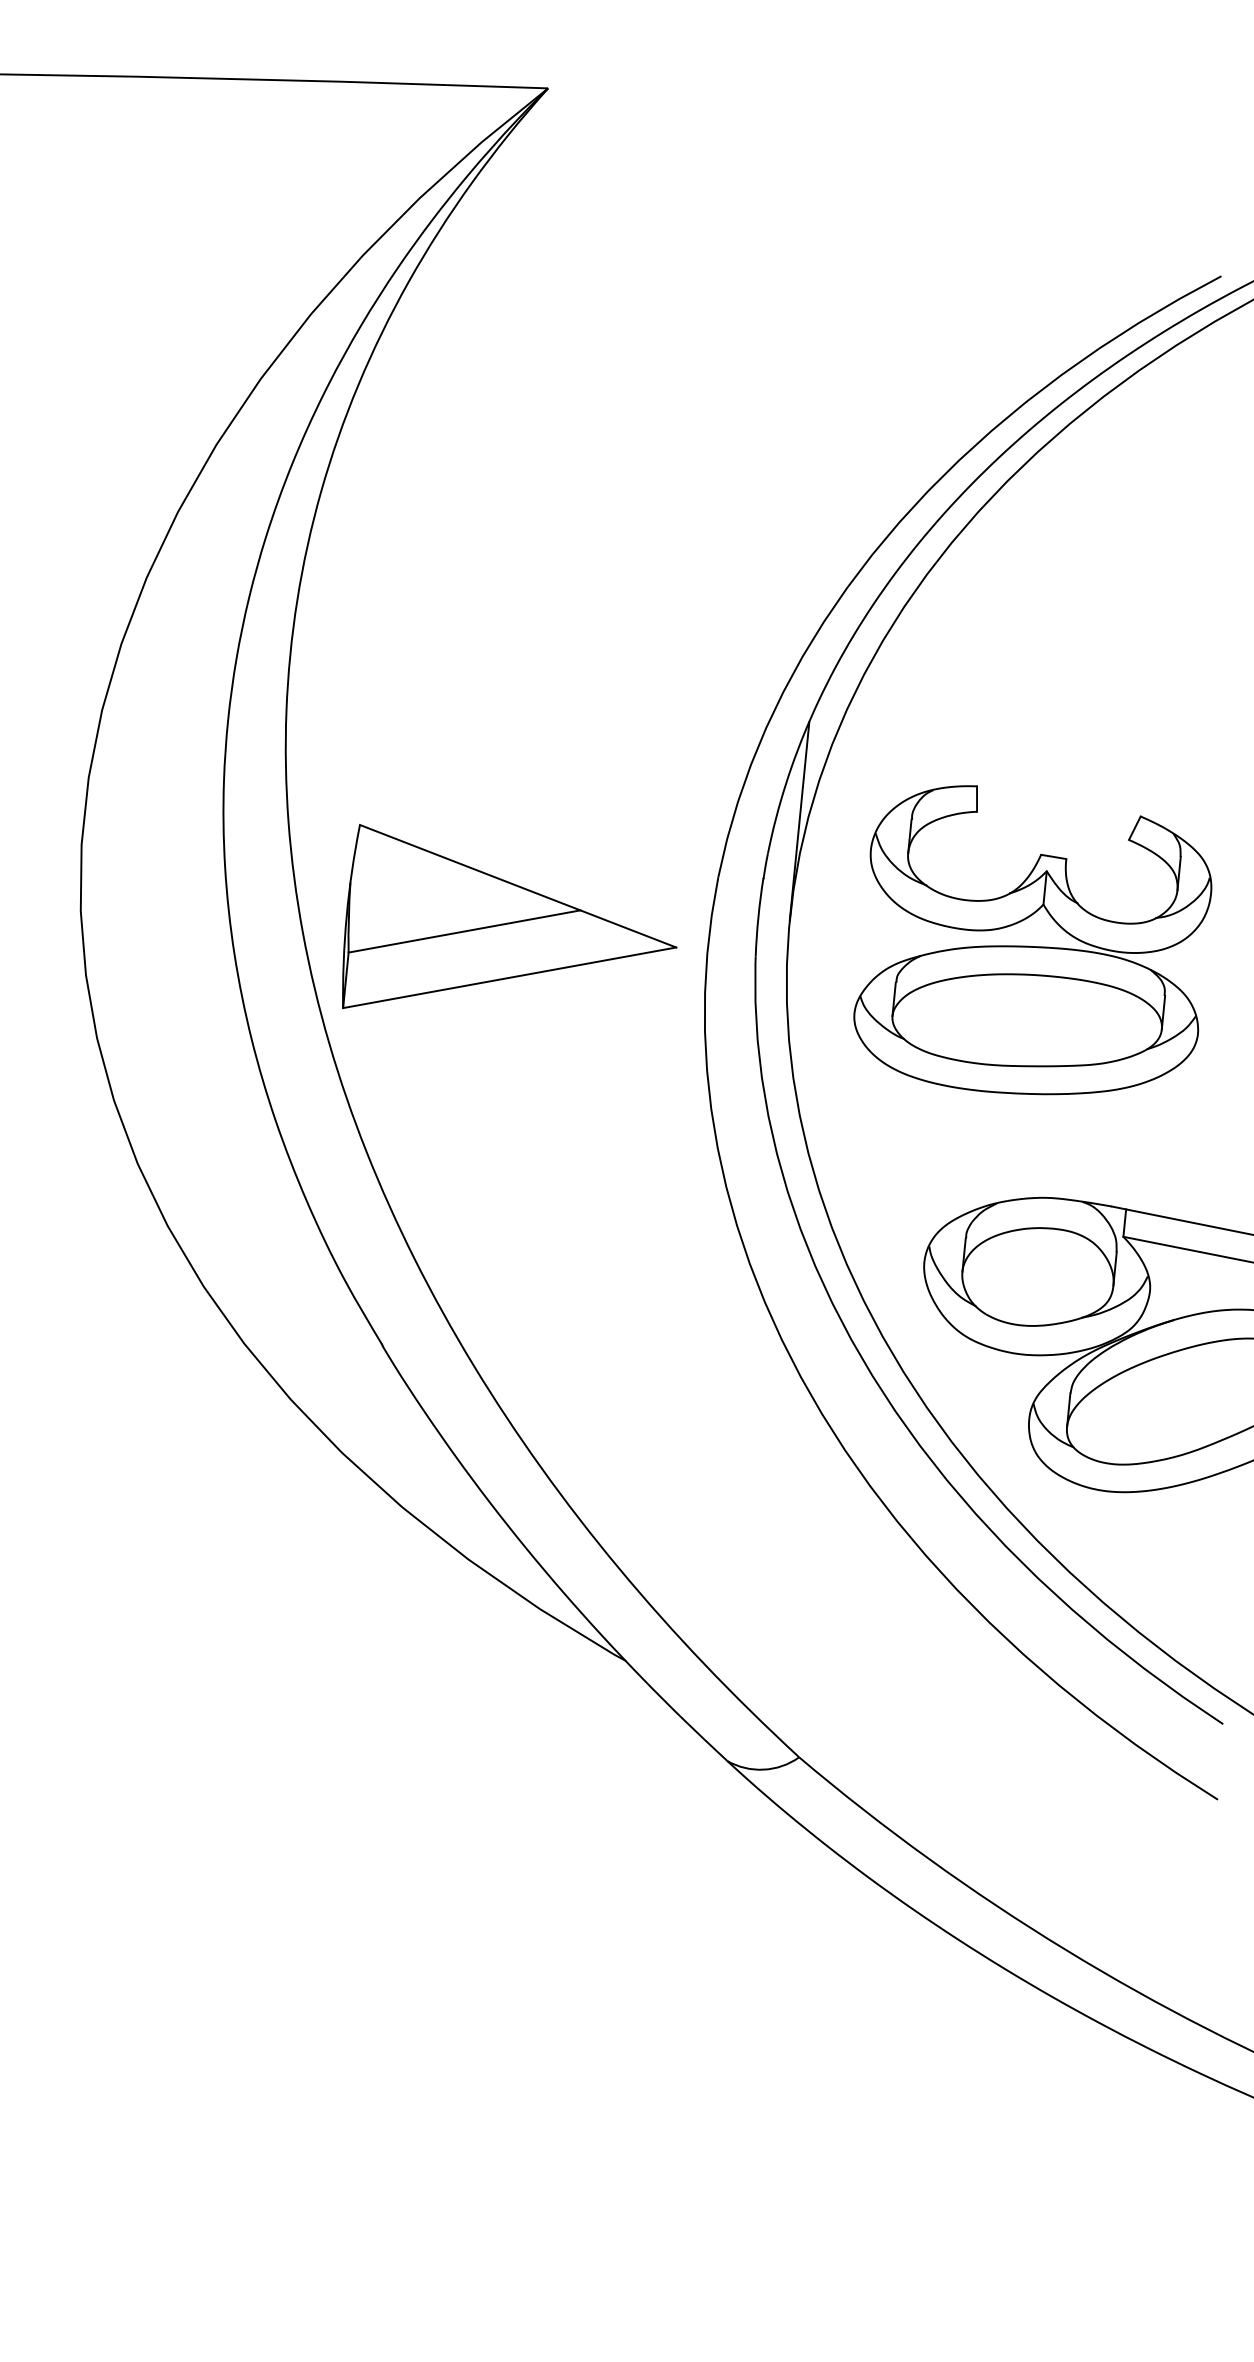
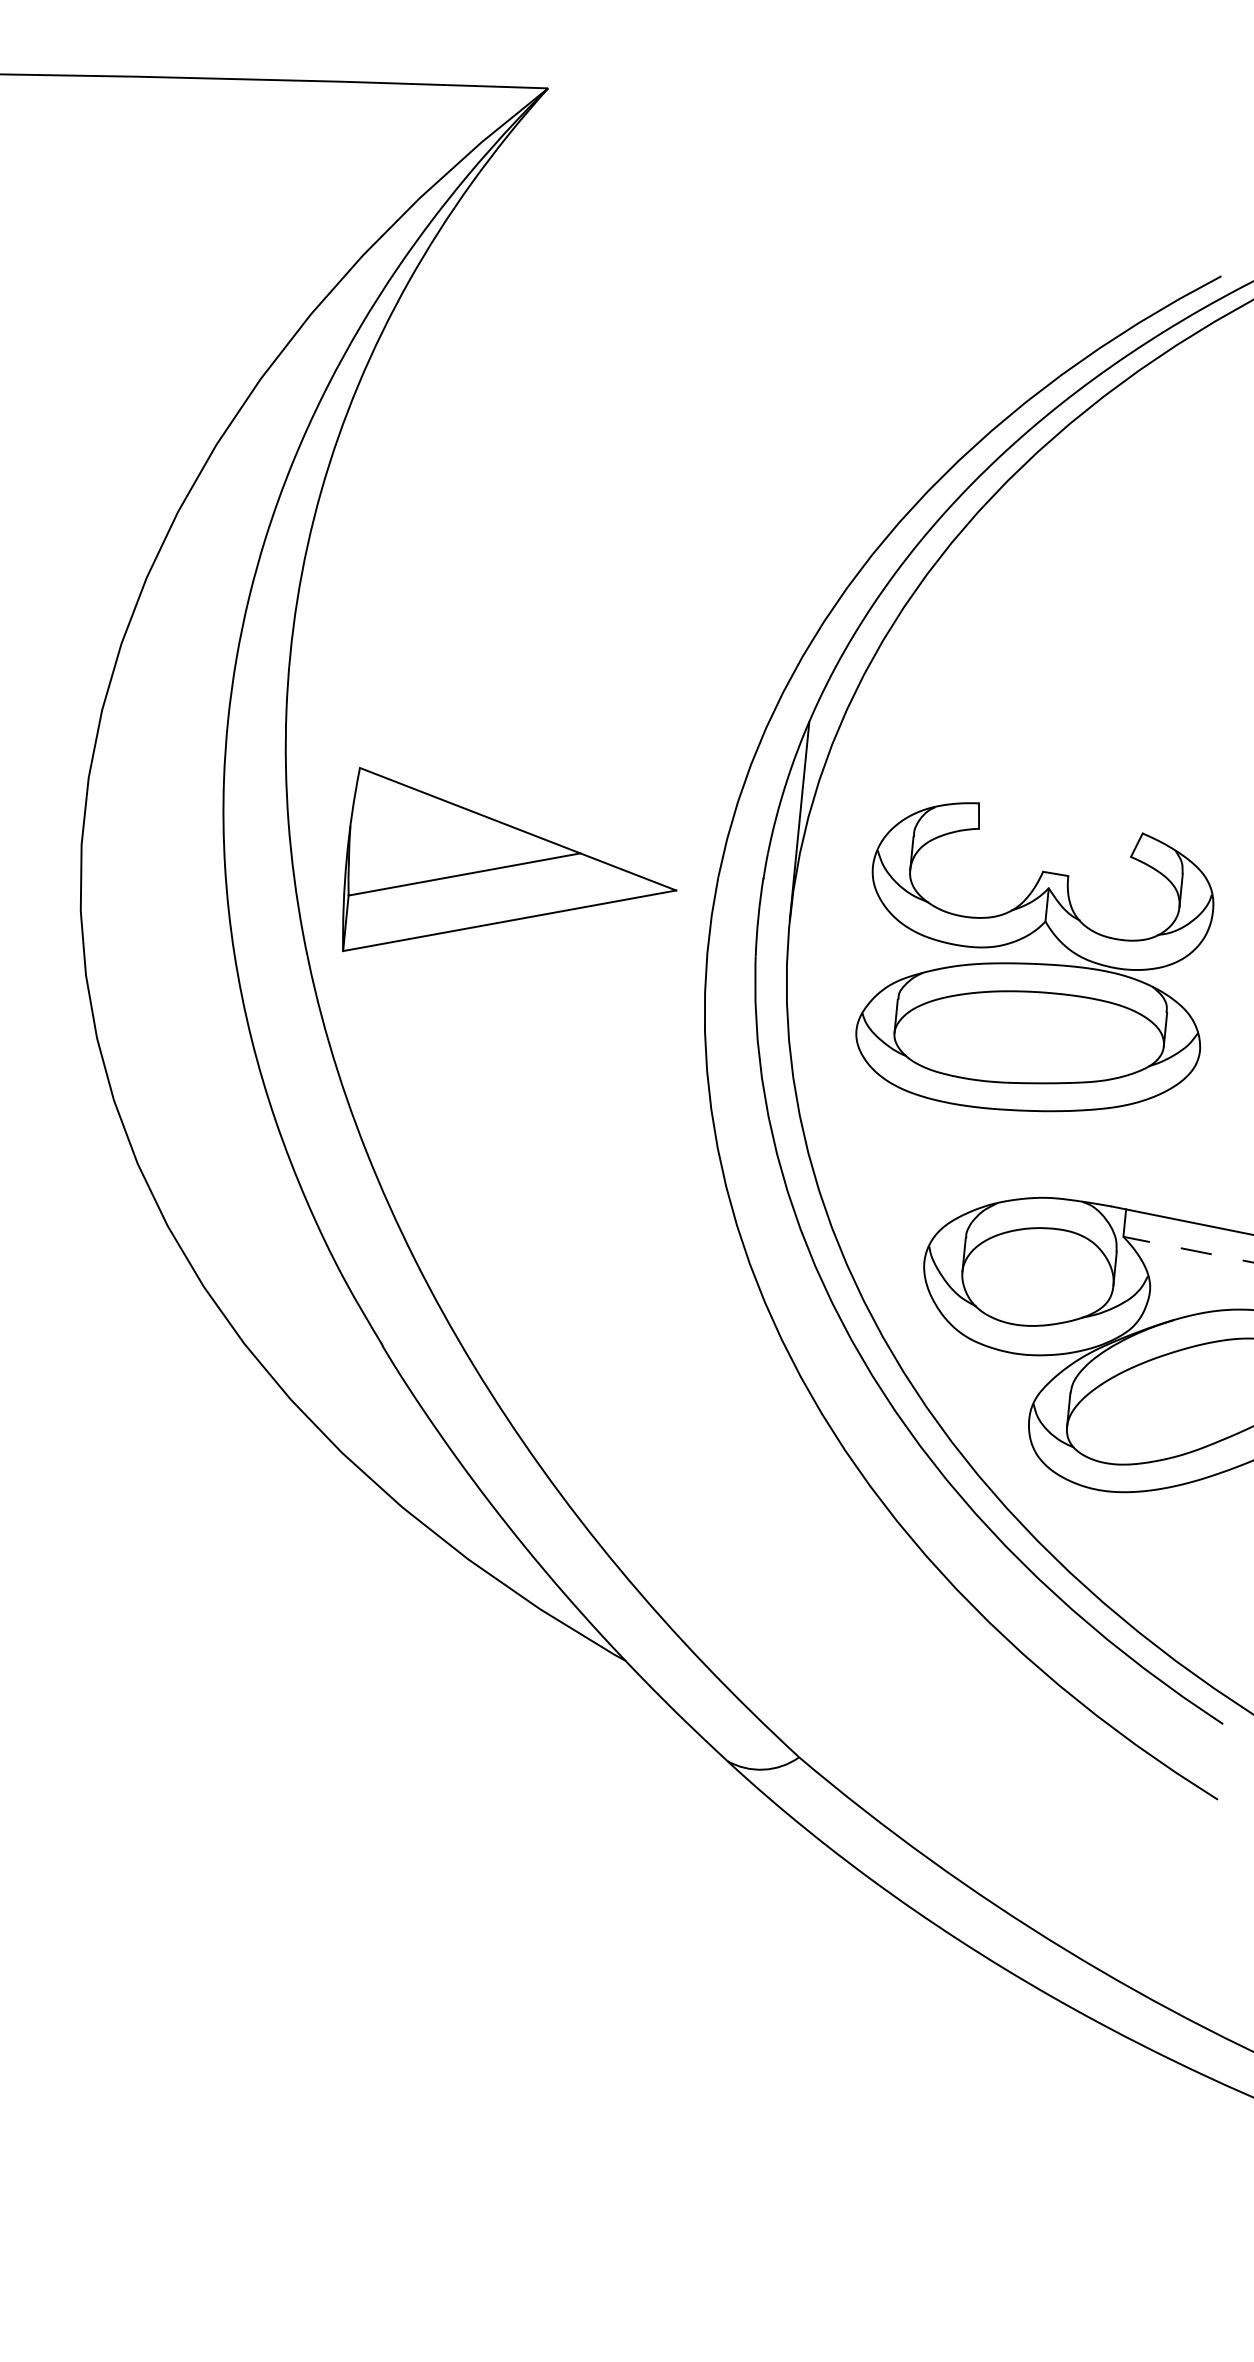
part at (509, 916) position: (509, 916) -> (509, 859)
part at (1032, 940) position: (1032, 940) -> (1034, 957)
line at (1187, 1249): solid -> dashed
